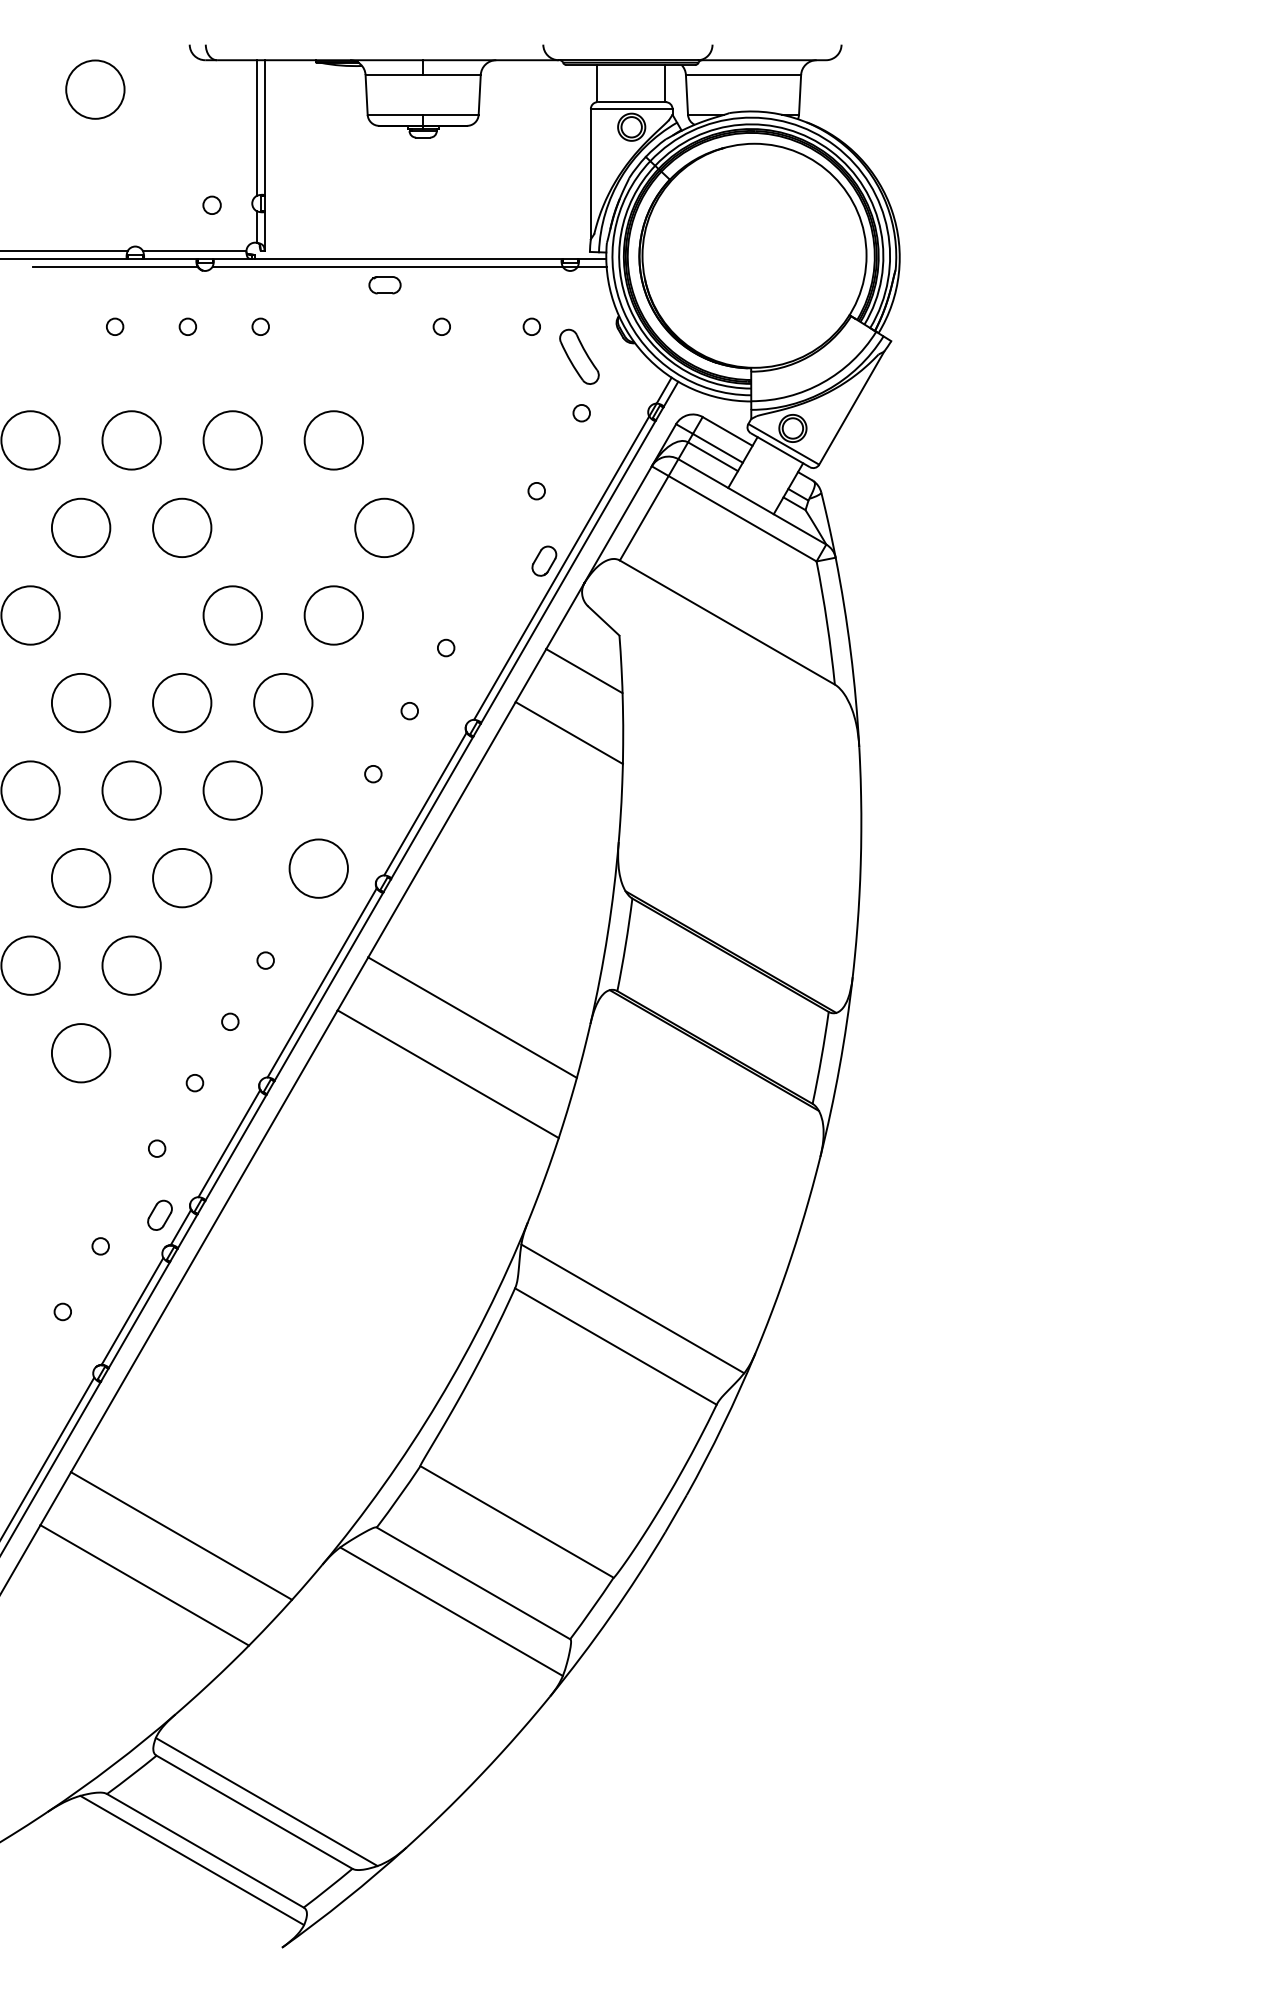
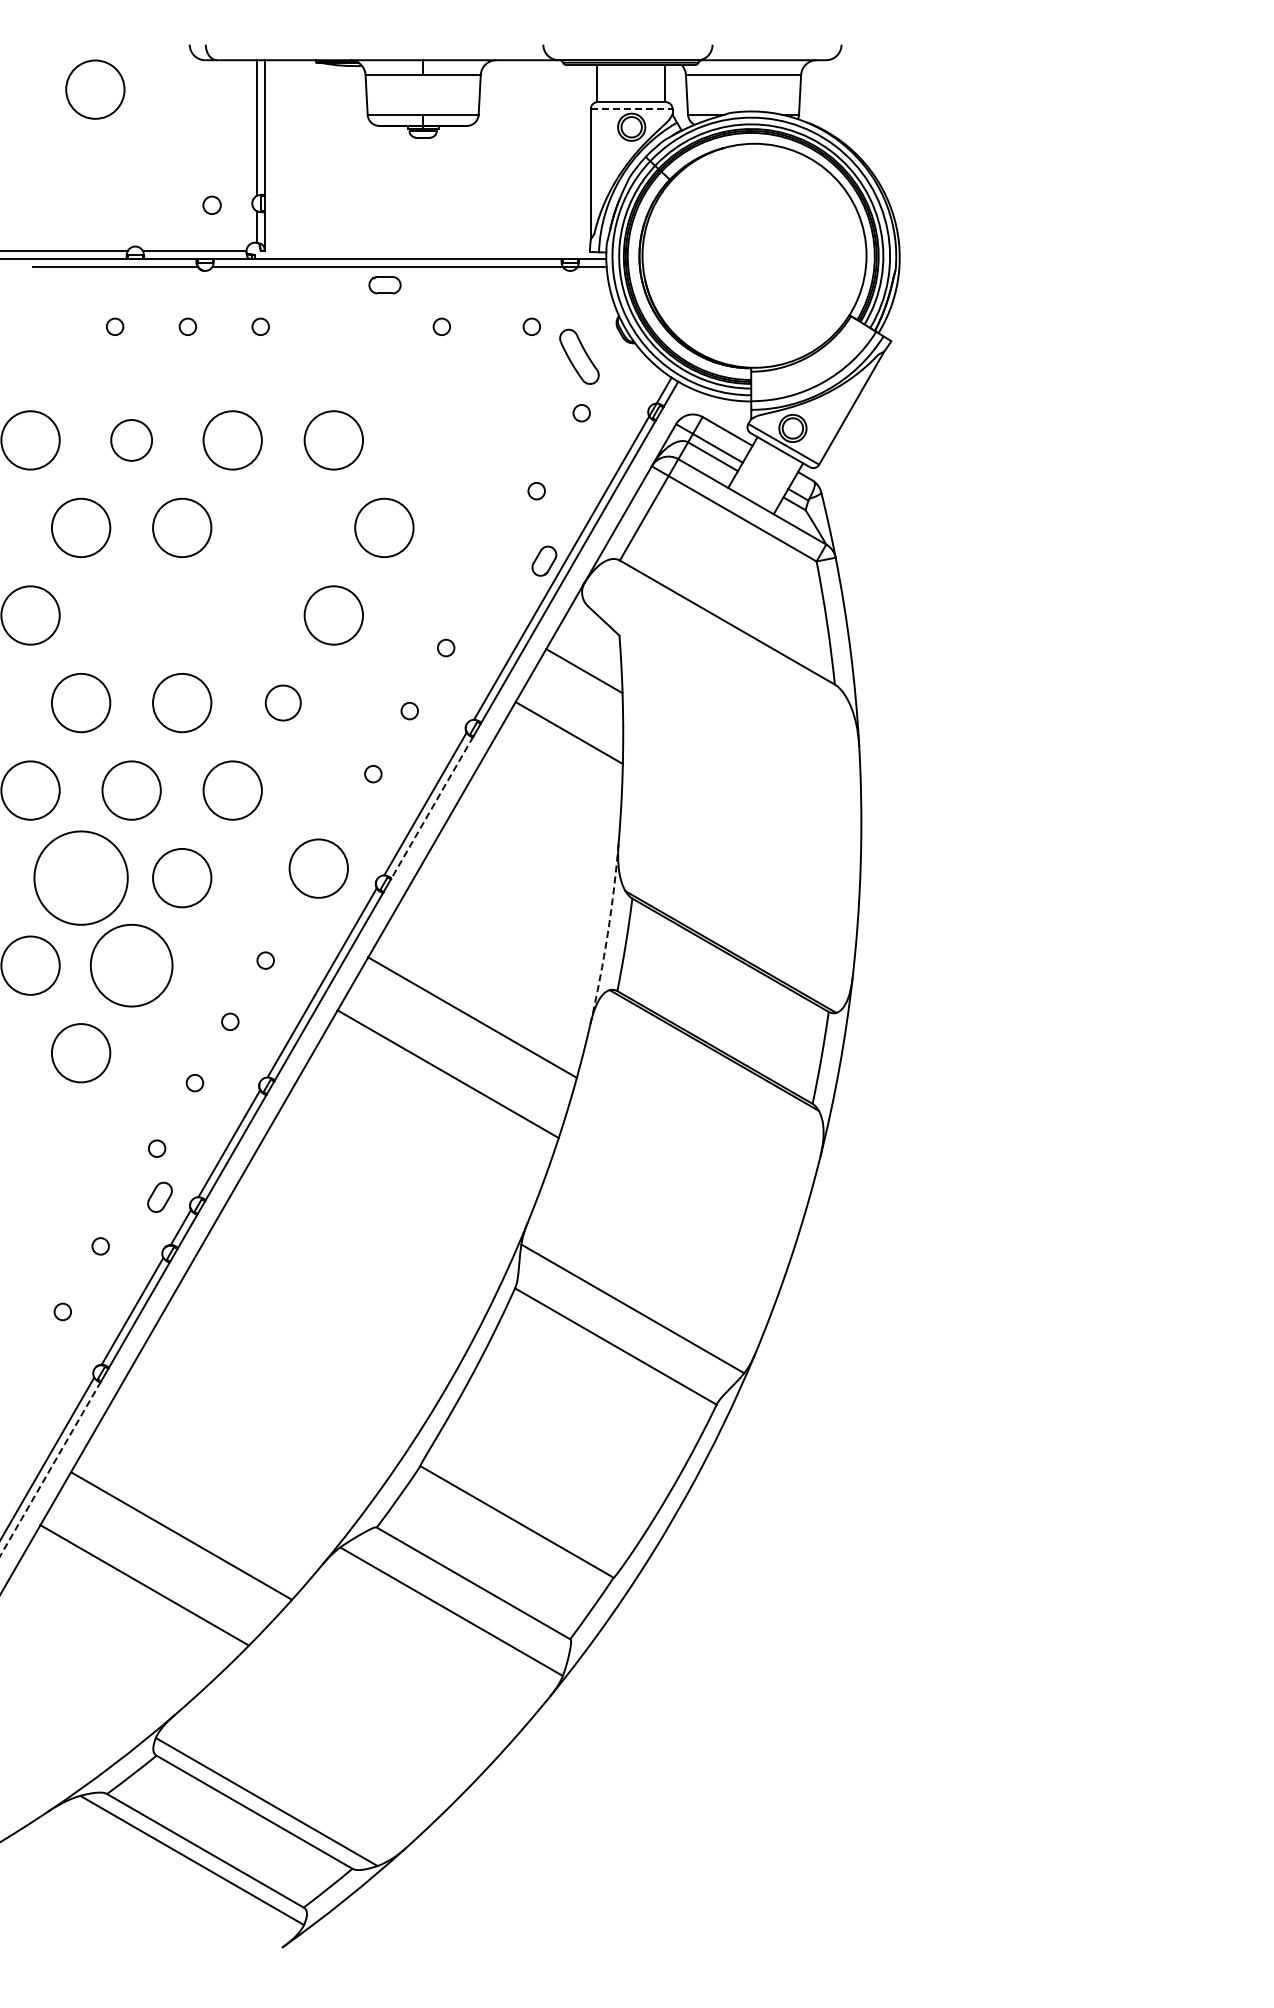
line at (631, 108): solid -> dashed
circle at (131, 440) diameter: 58 px -> 41 px
circle at (232, 615): present -> none
circle at (283, 702) diameter: 58 px -> 35 px
line at (431, 808): solid -> dashed
circle at (80, 877) diameter: 58 px -> 93 px
arc at (607, 933): solid -> dashed
circle at (131, 965) diameter: 58 px -> 82 px
part at (159, 1214) position: (159, 1214) -> (159, 1196)
line at (50, 1468): solid -> dashed
